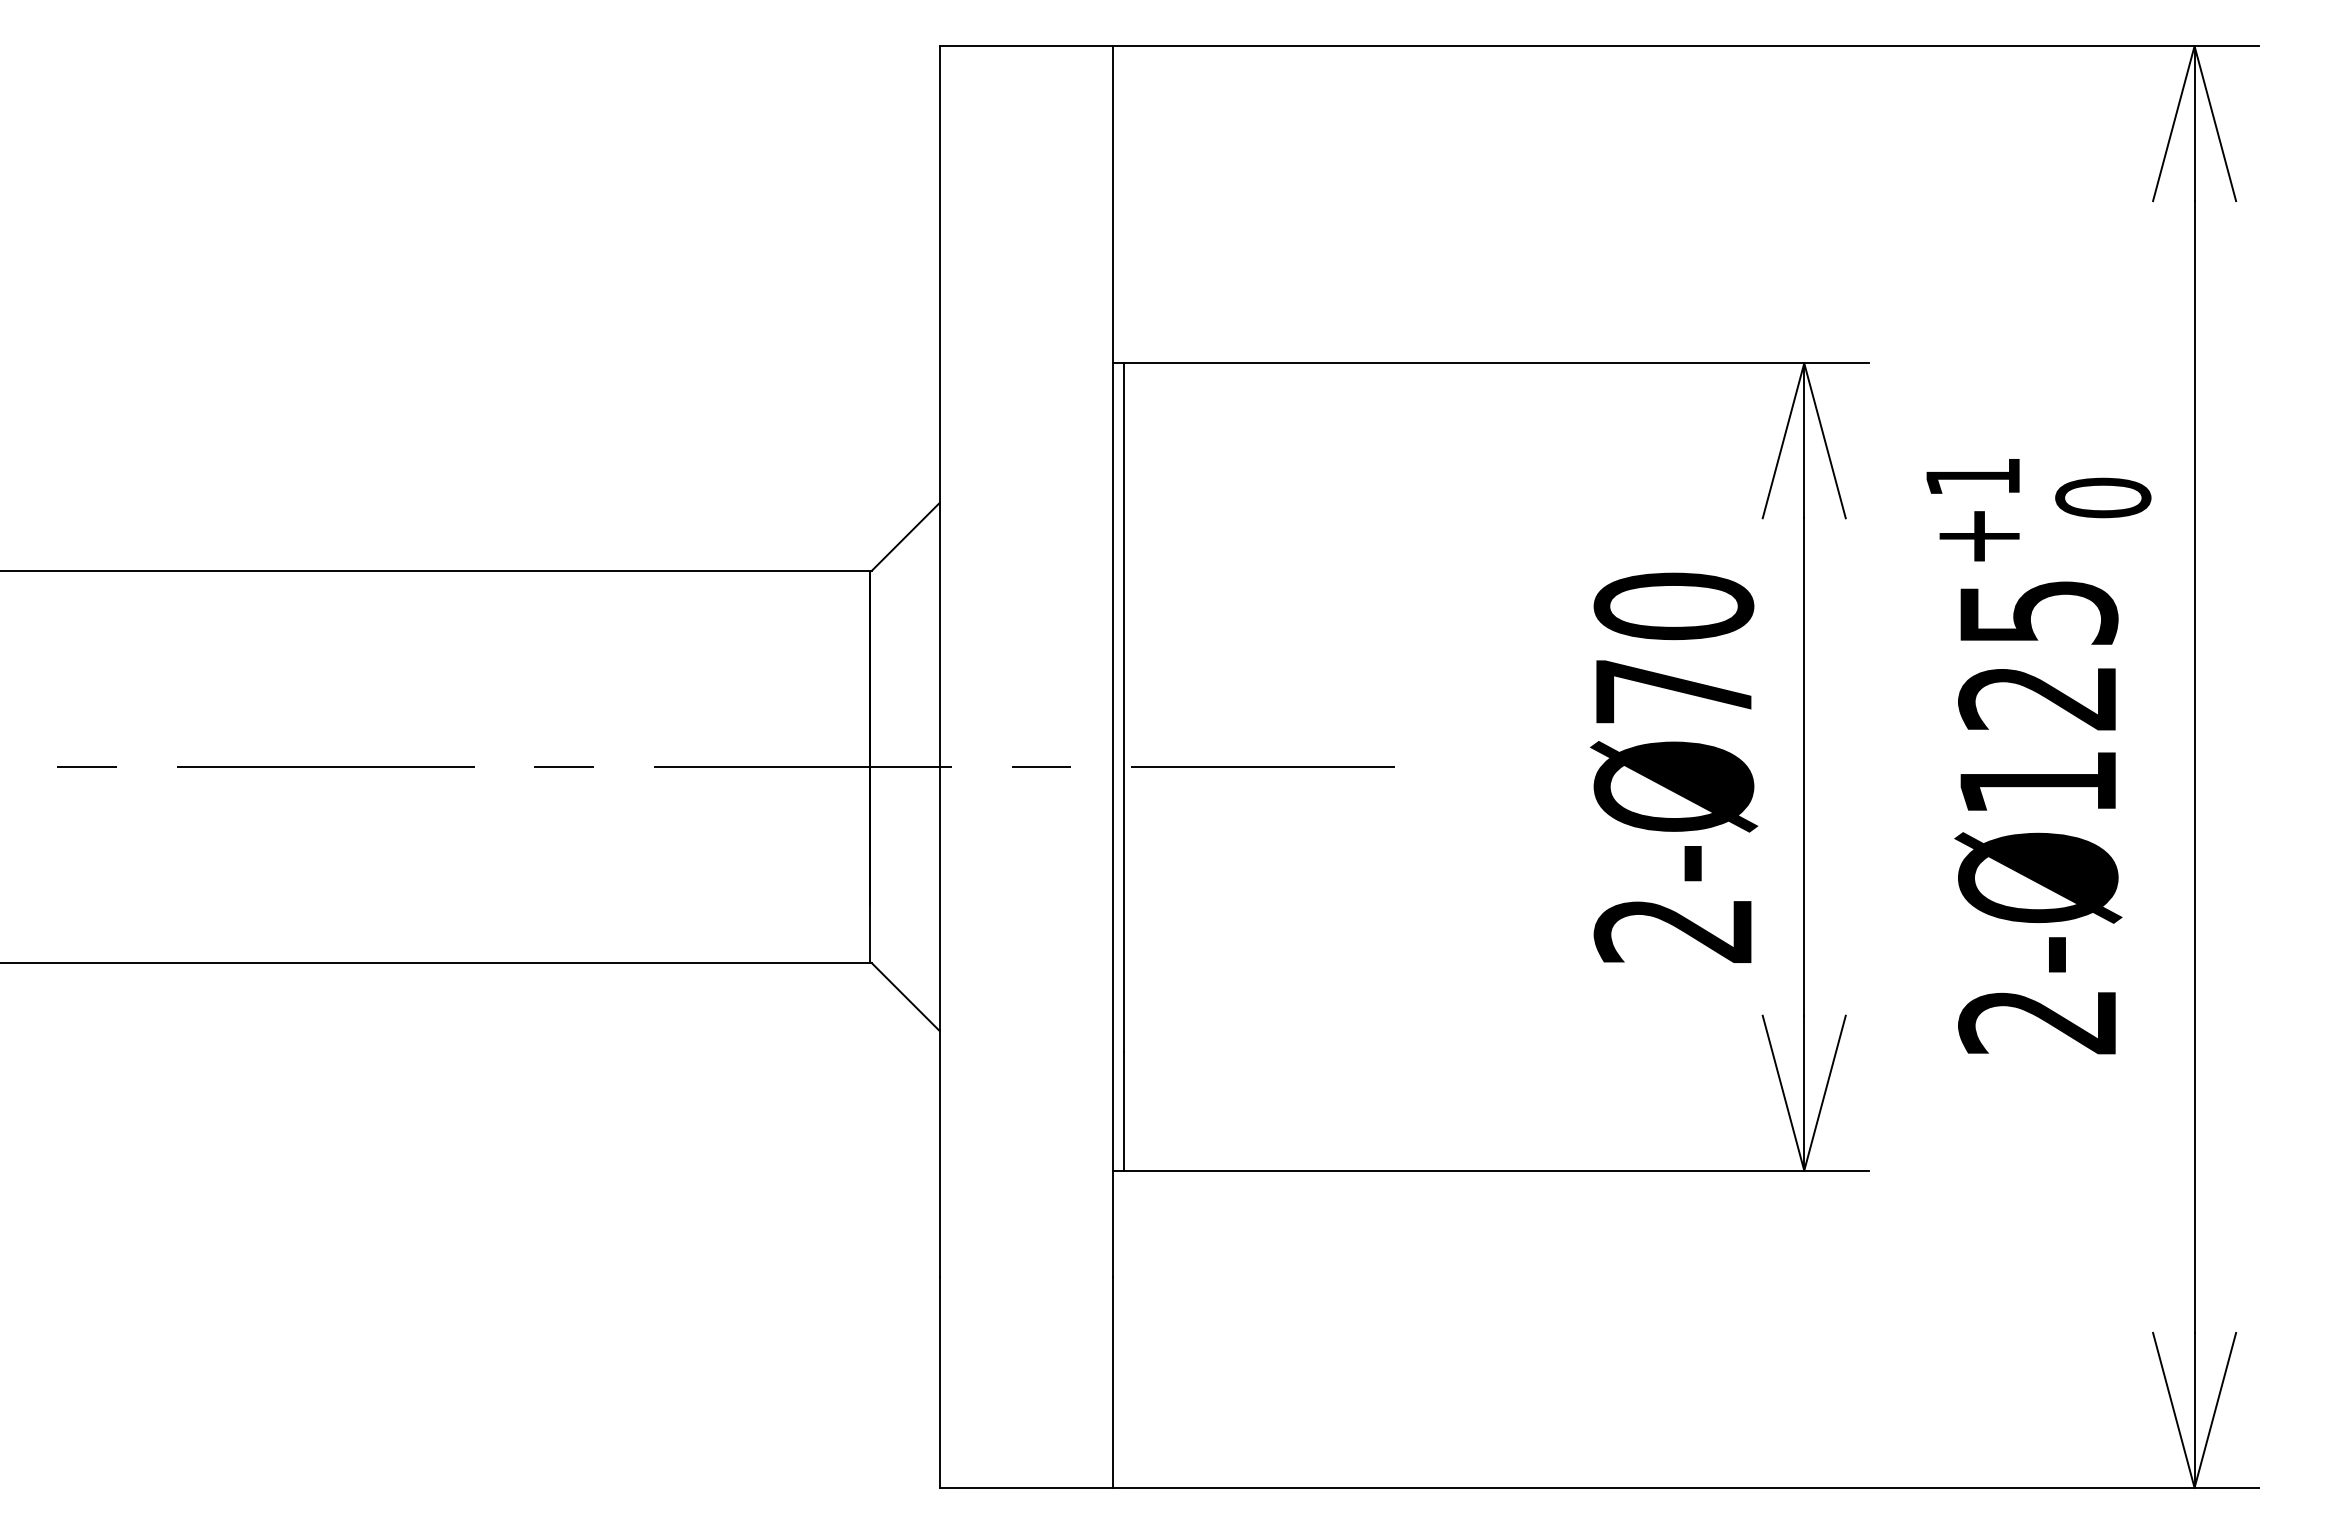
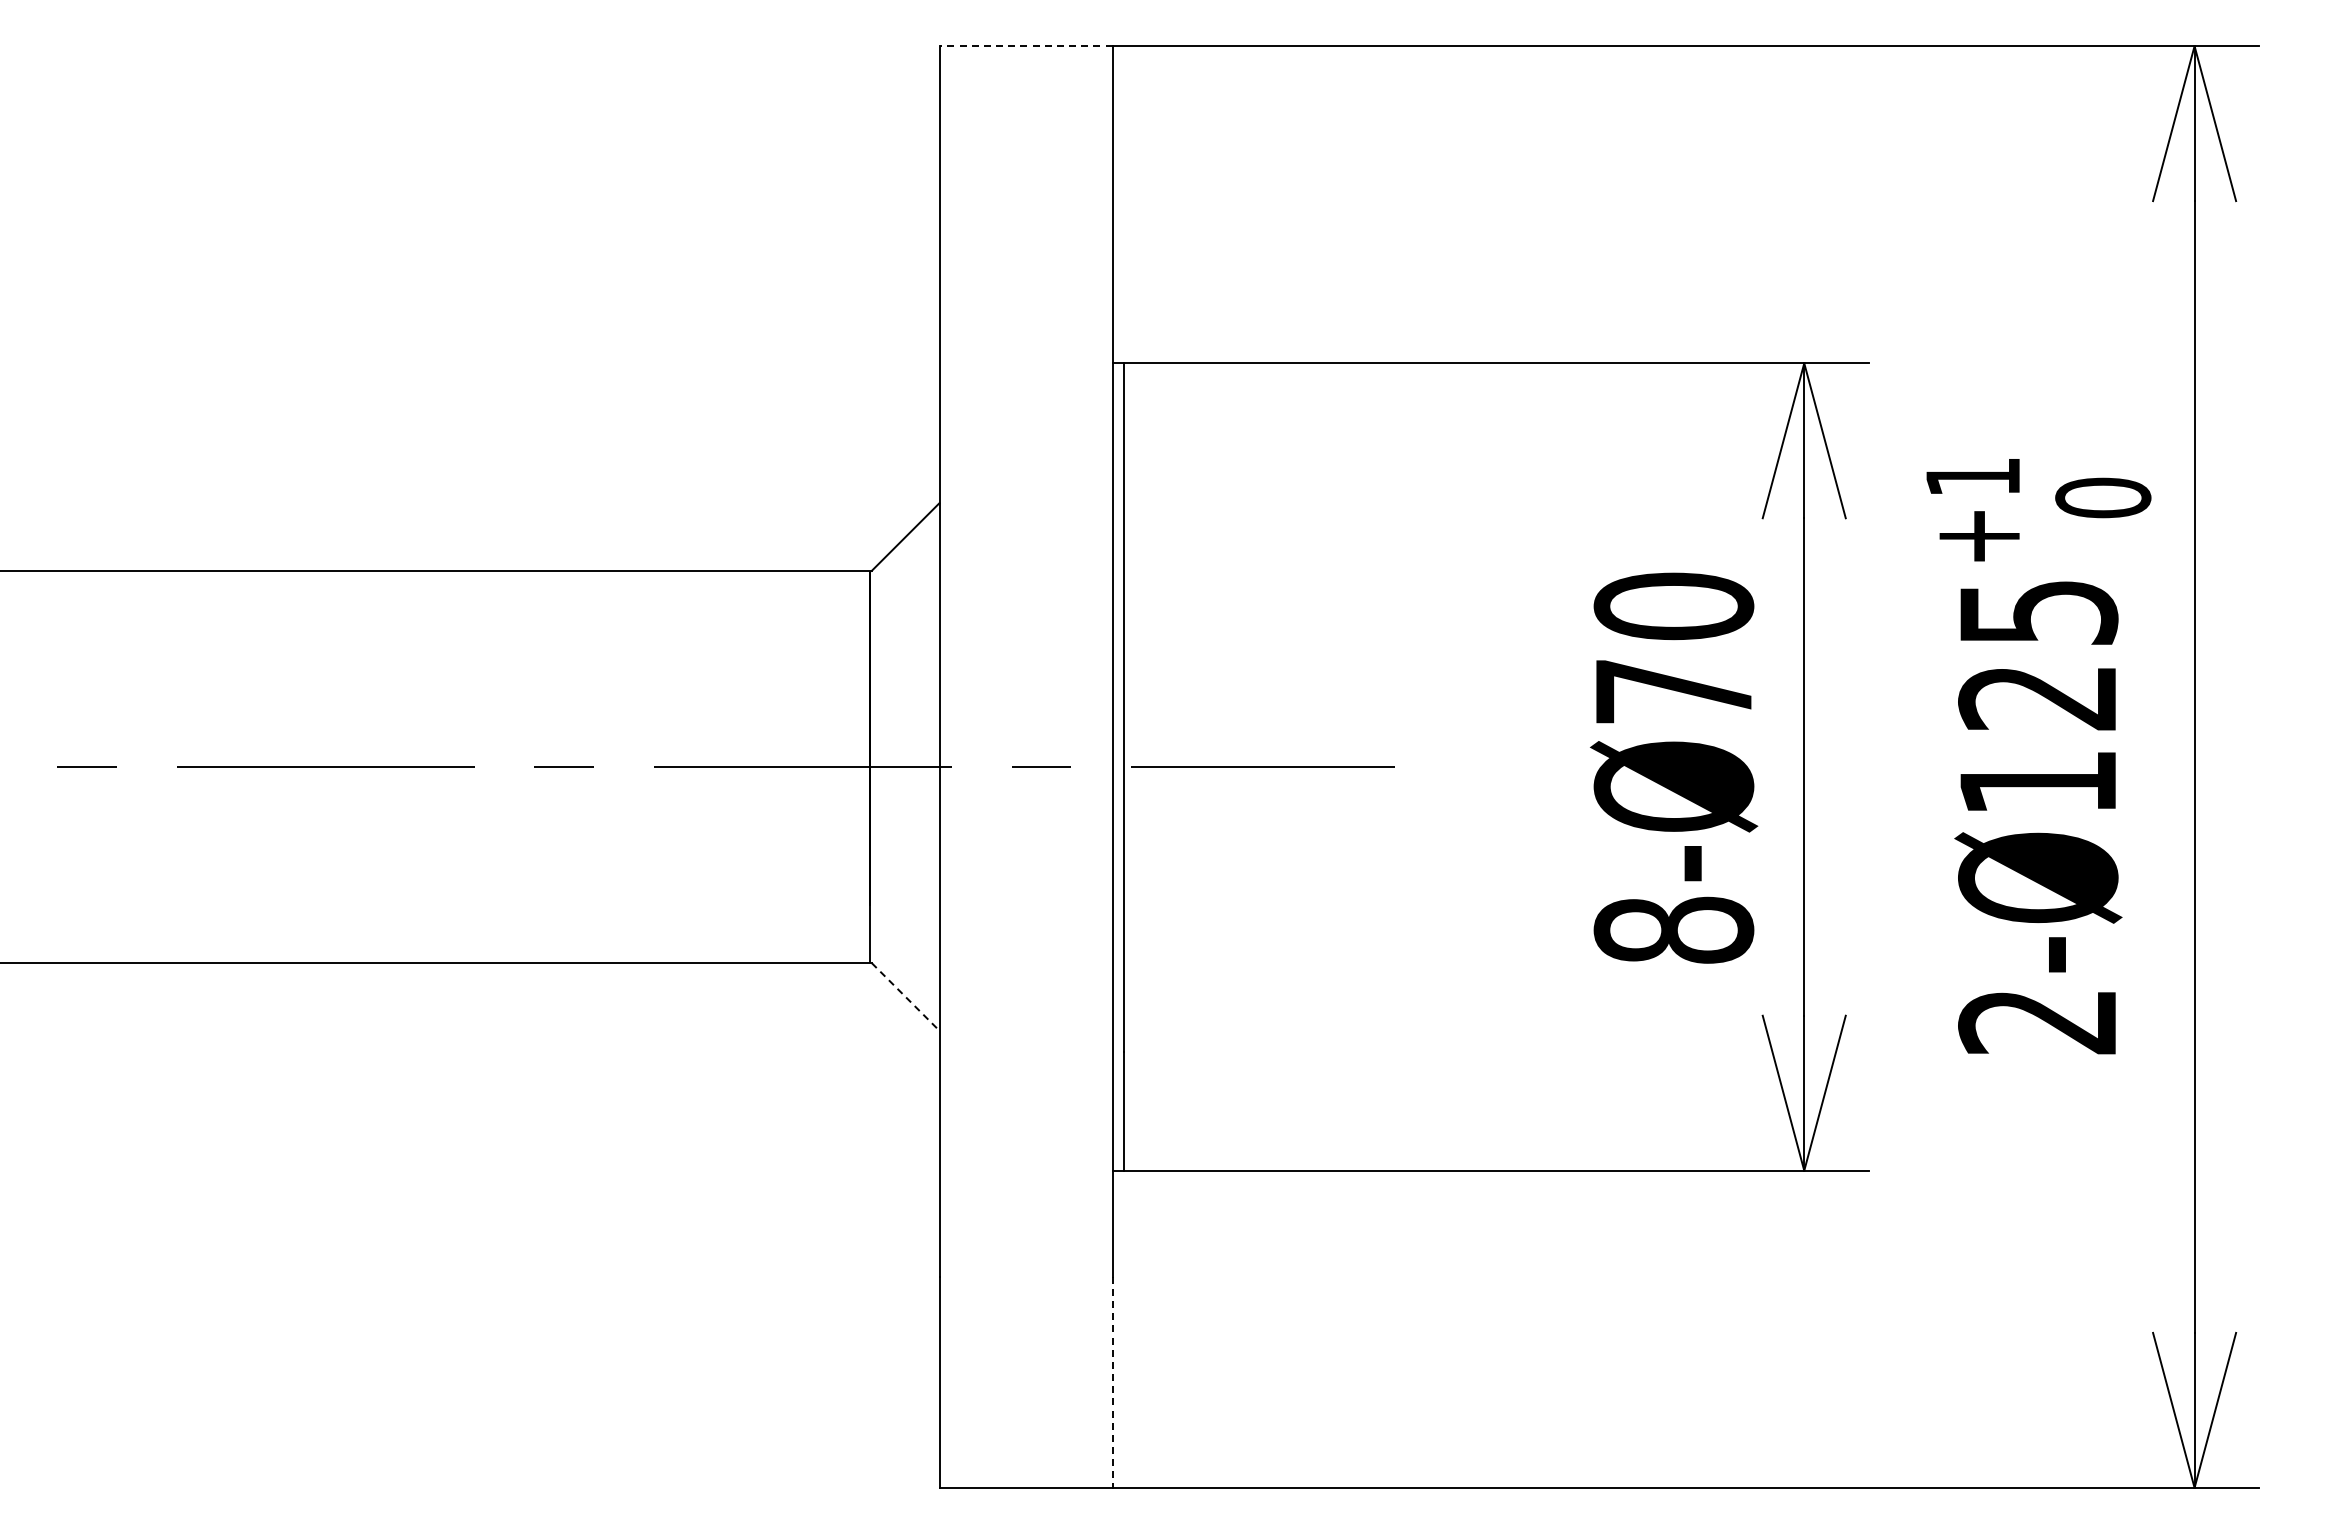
line at (1026, 46): solid -> dashed
text at (1673, 929): 2-Ø70 -> 8-Ø70
line at (905, 996): solid -> dashed
line at (1112, 1382): solid -> dashed
